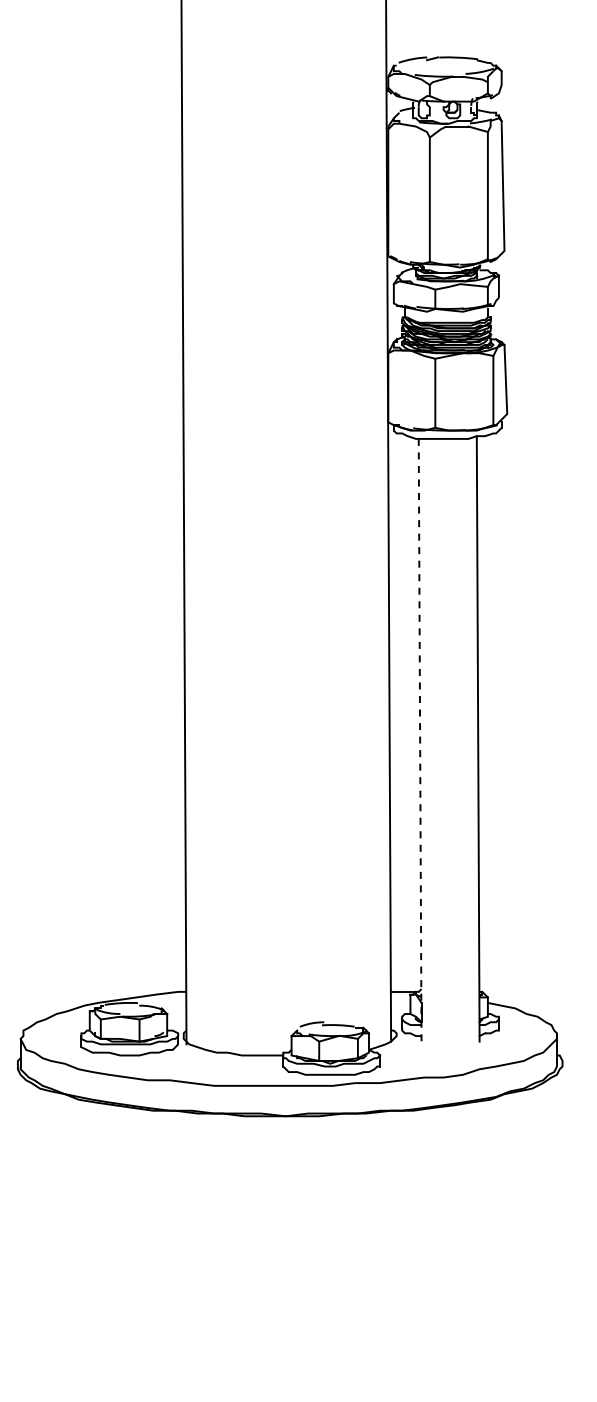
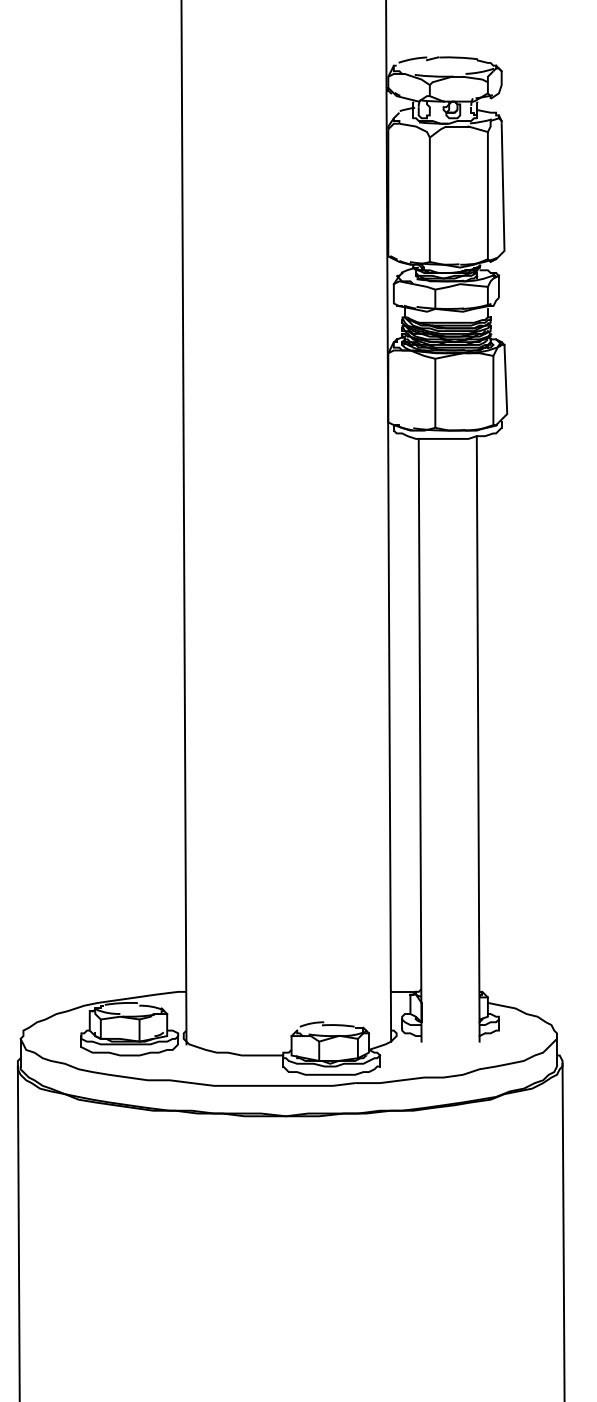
line at (420, 740): dashed -> solid
line at (563, 1230): none -> present
line at (18, 1232): none -> present
